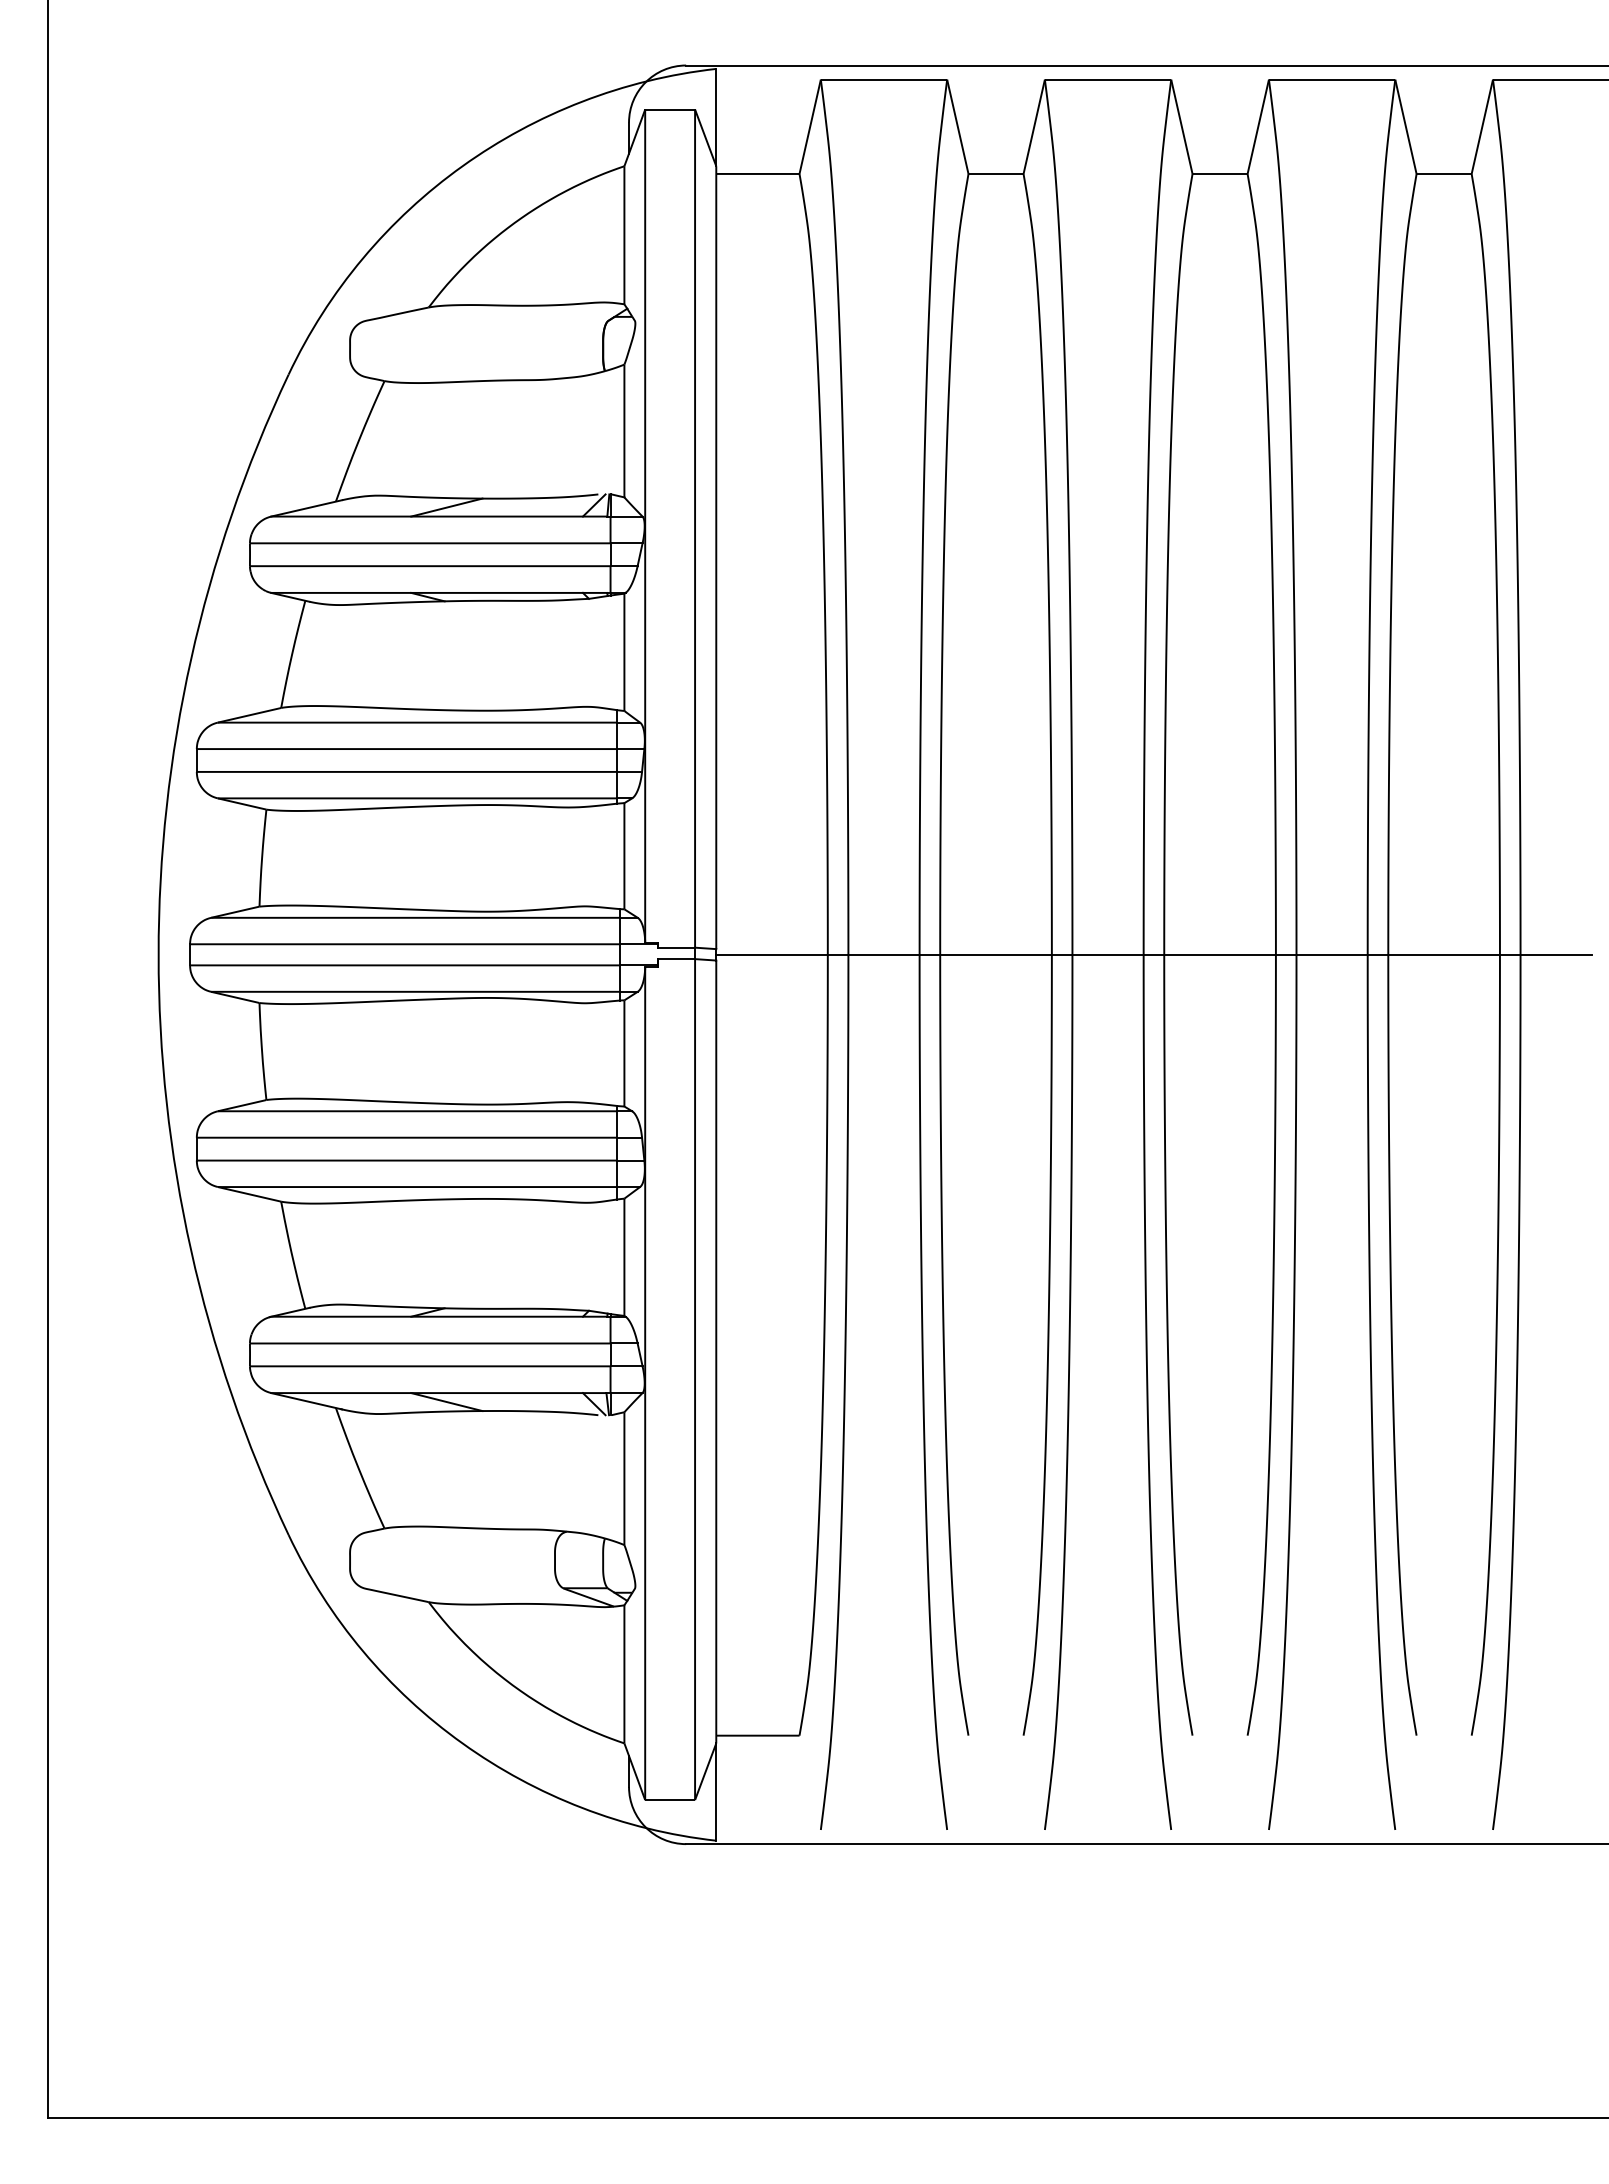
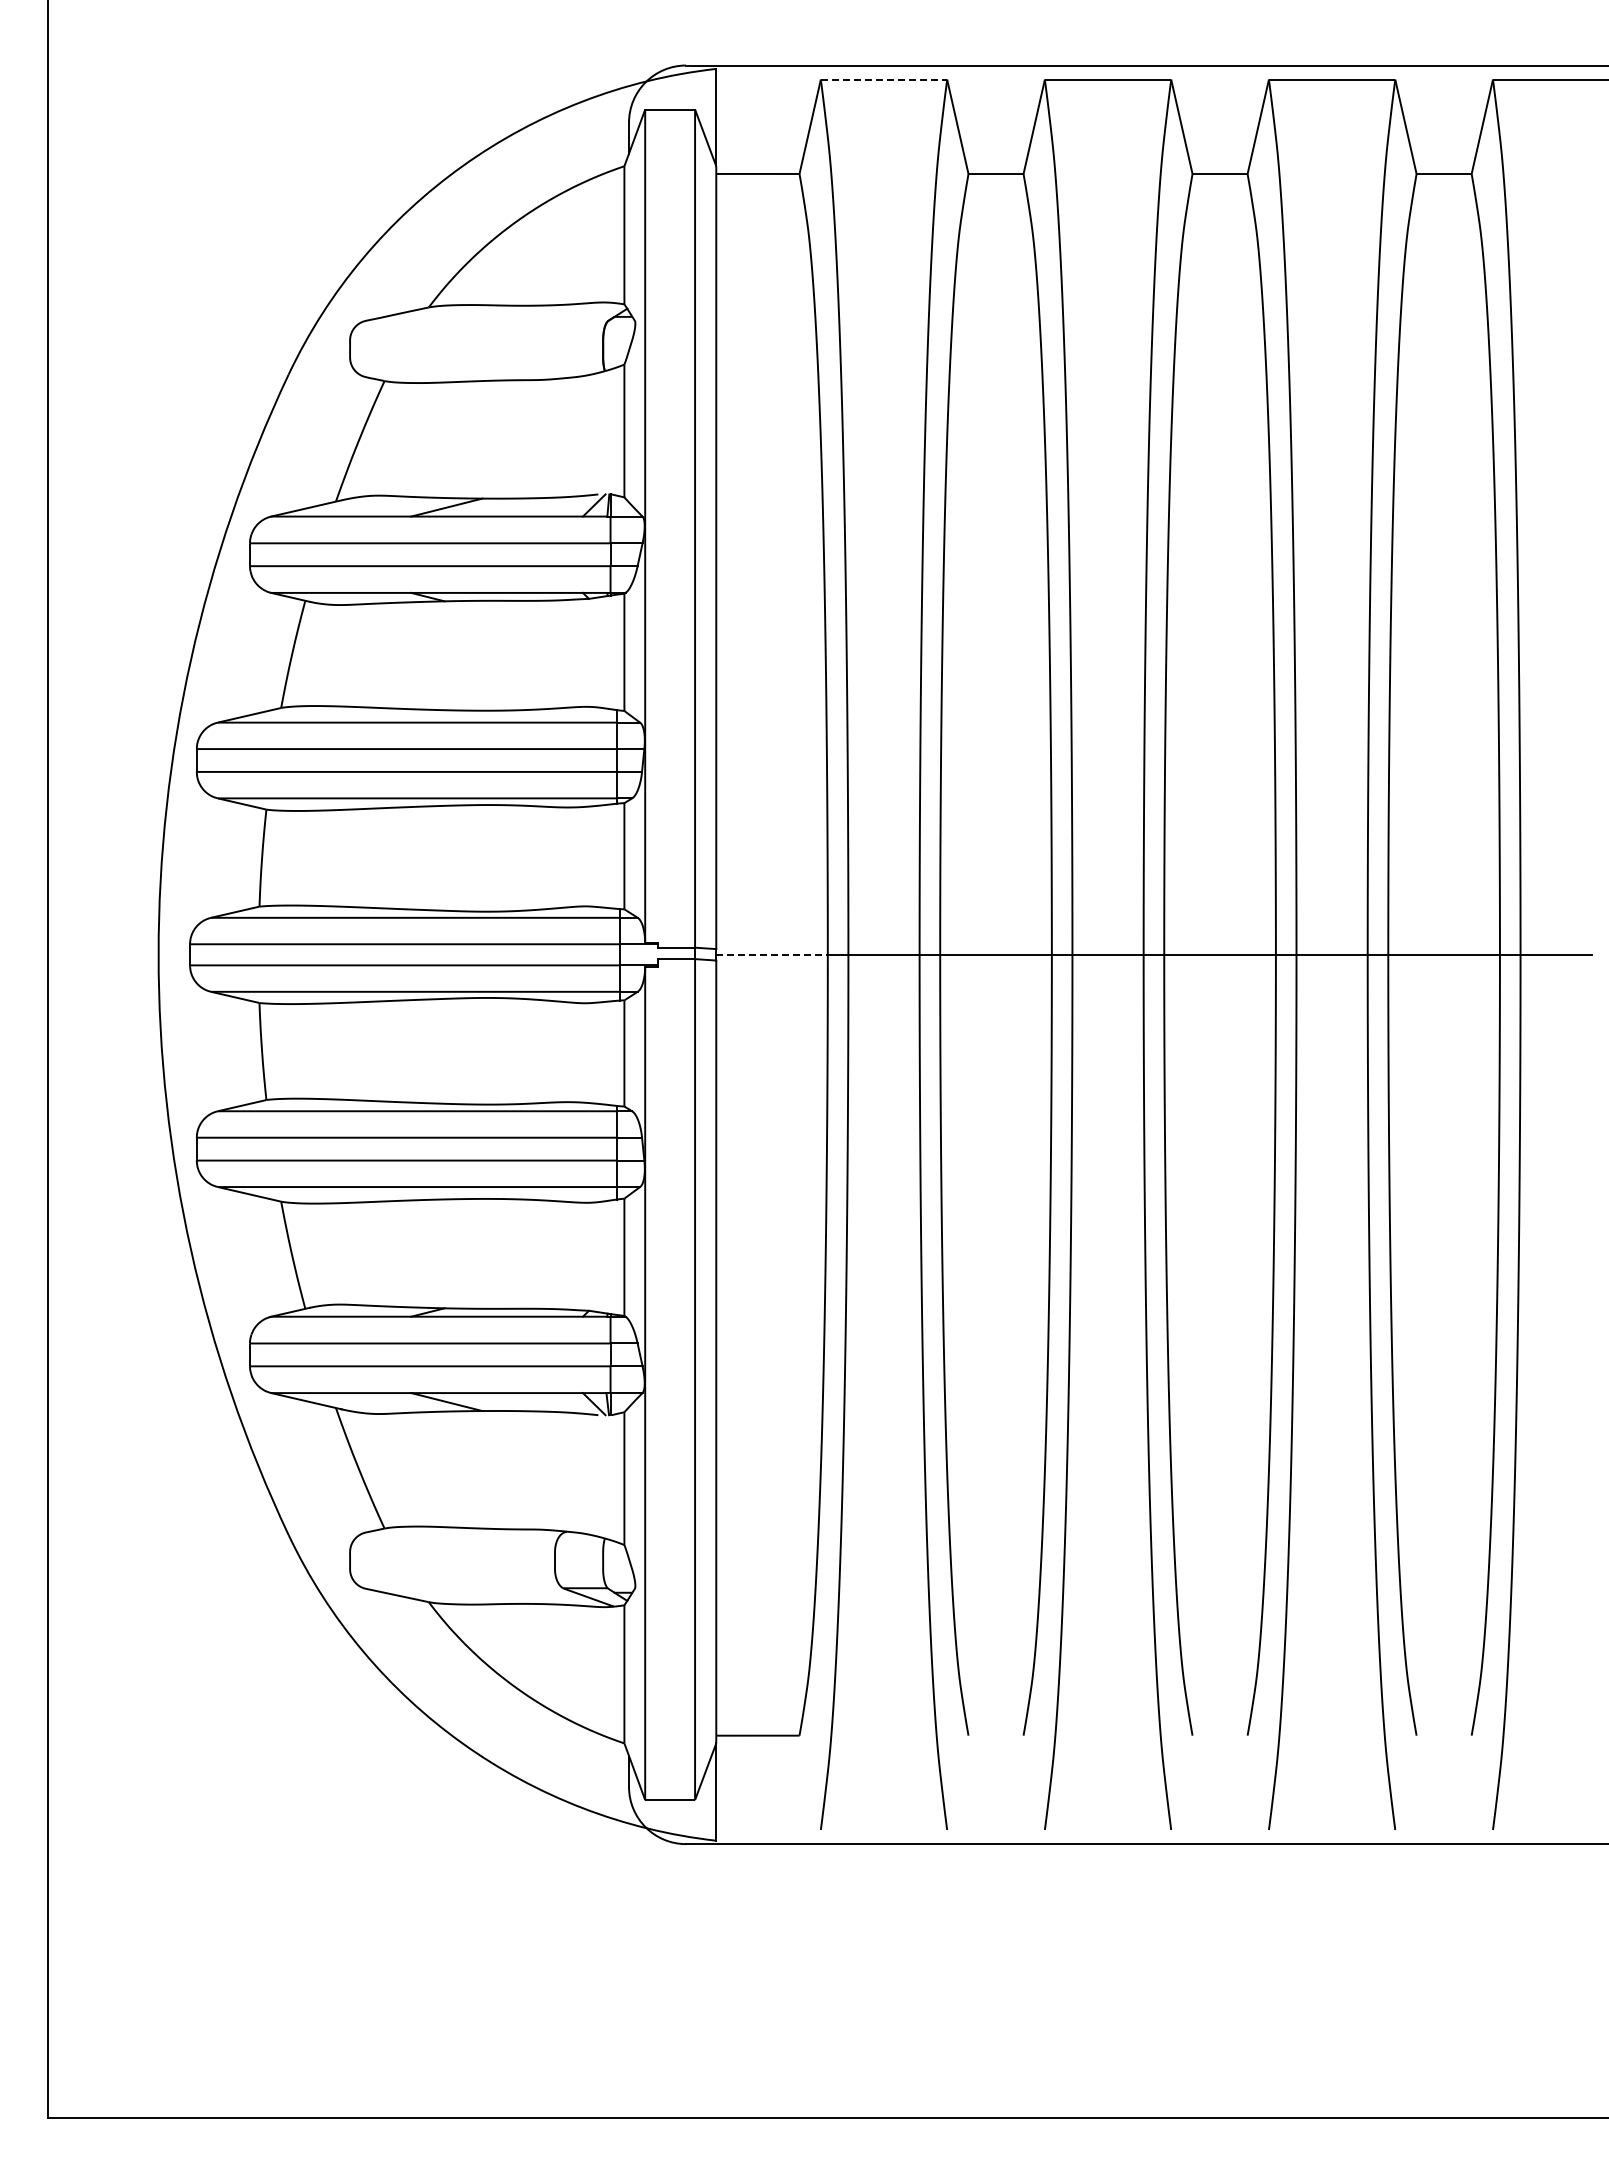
line at (883, 79): solid -> dashed
line at (772, 954): solid -> dashed
